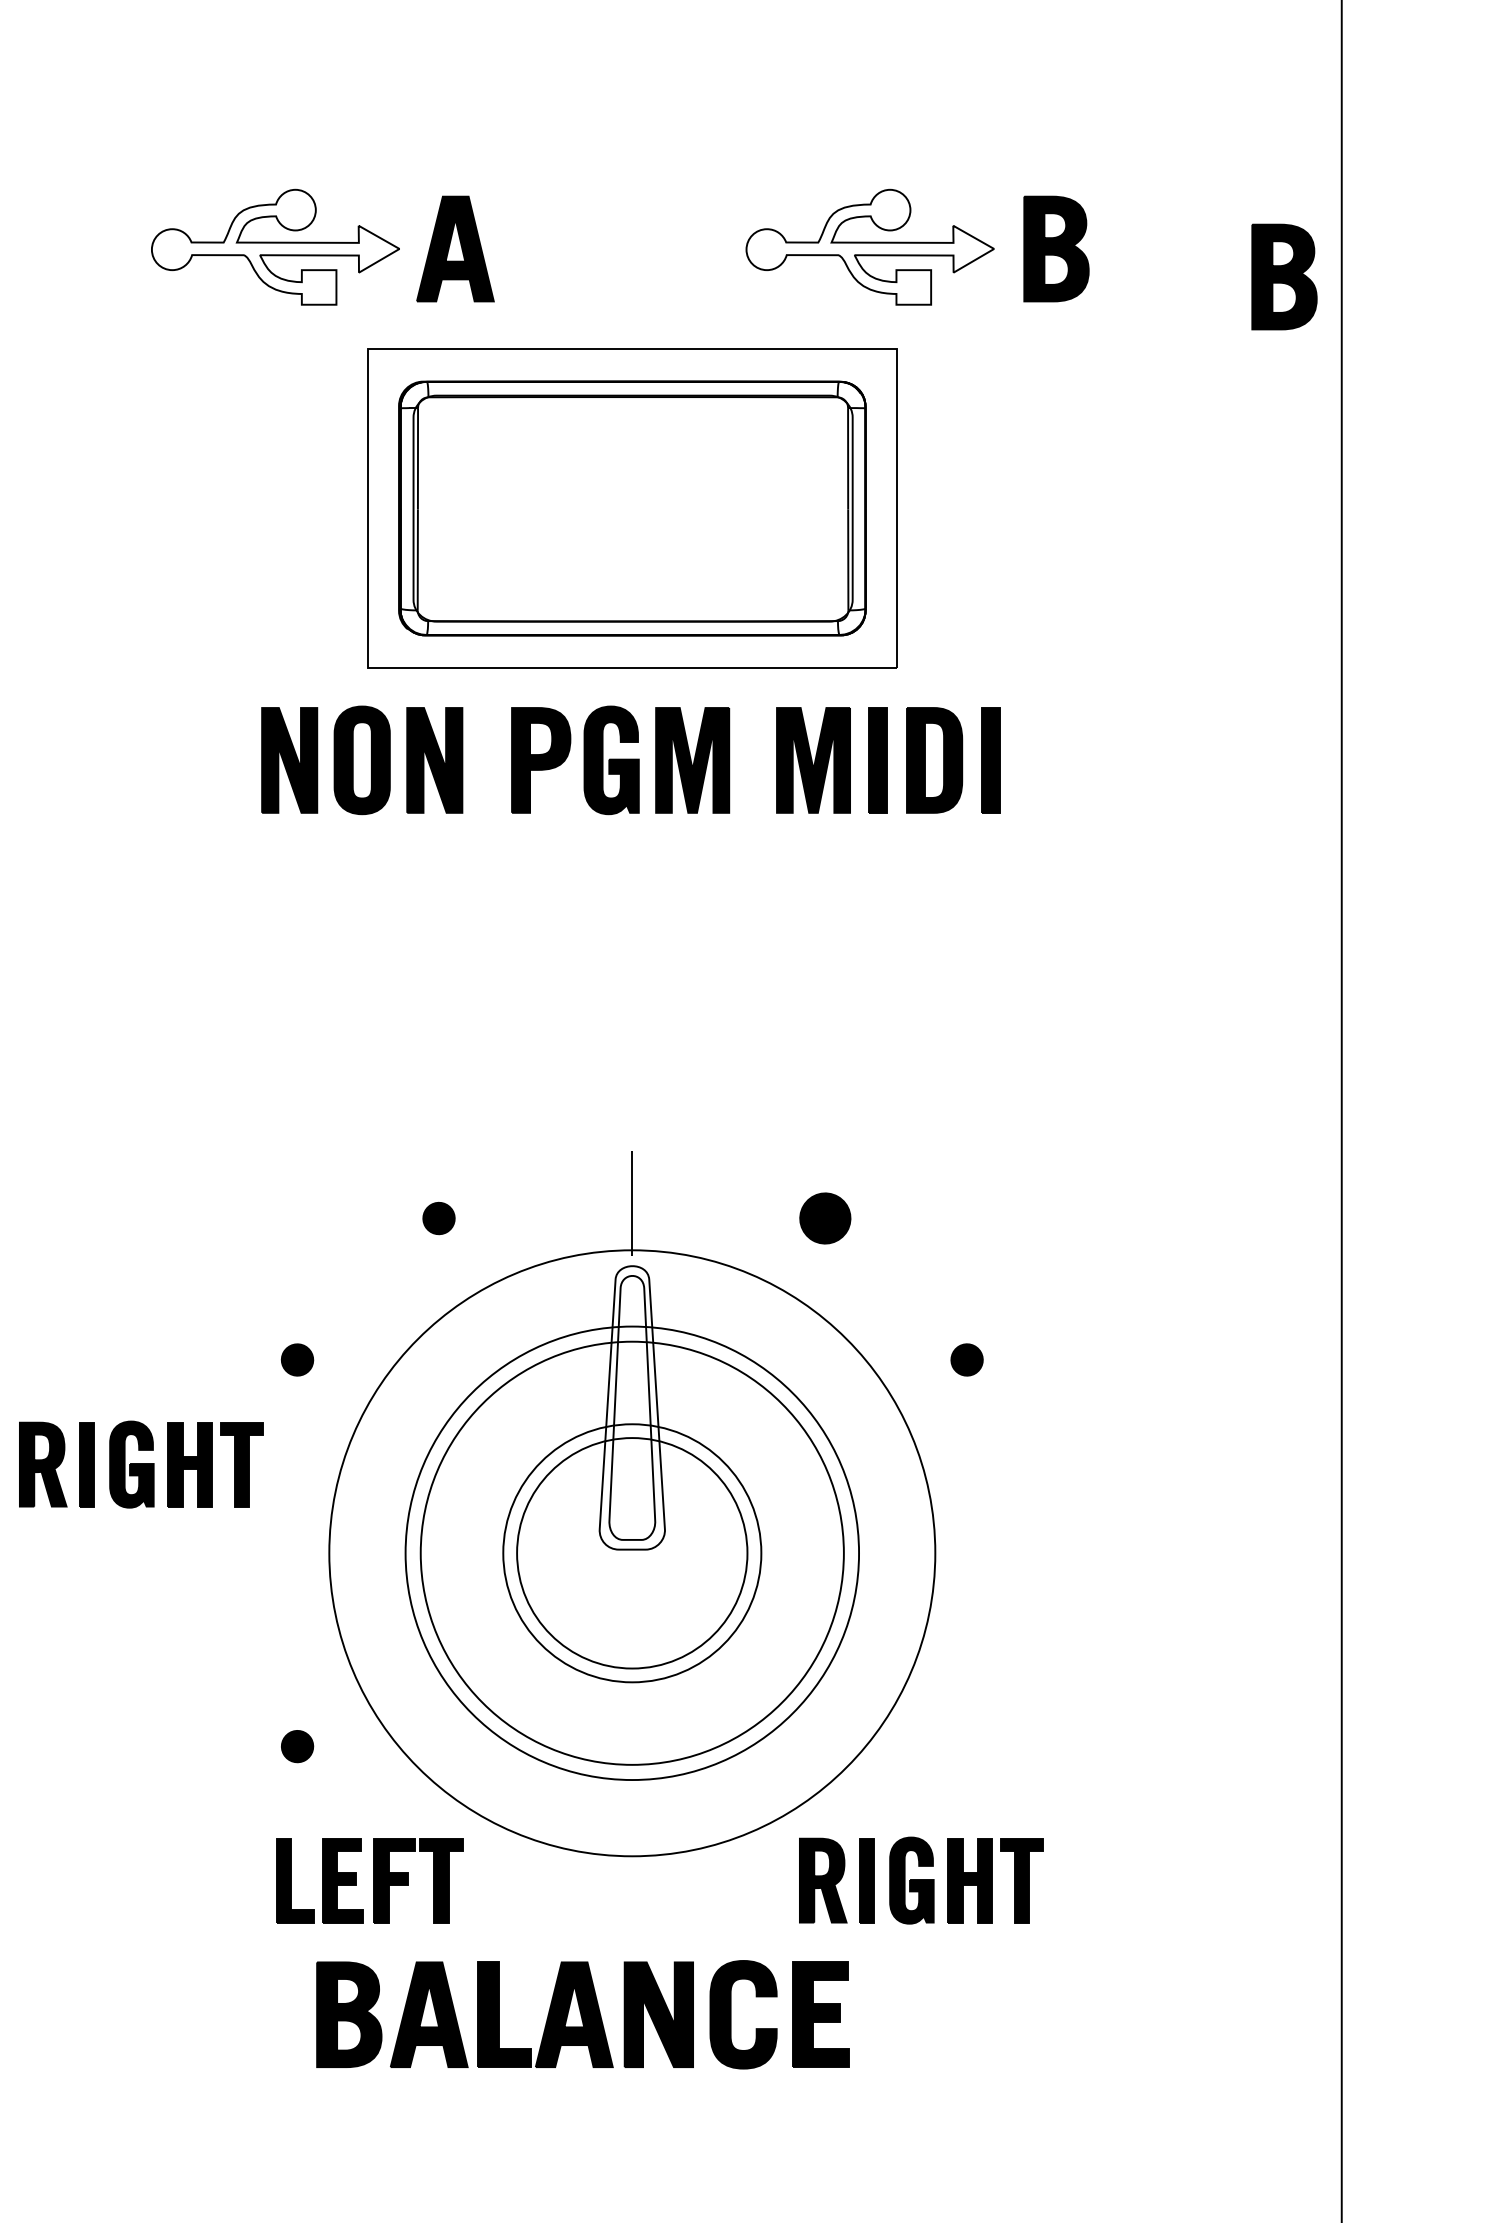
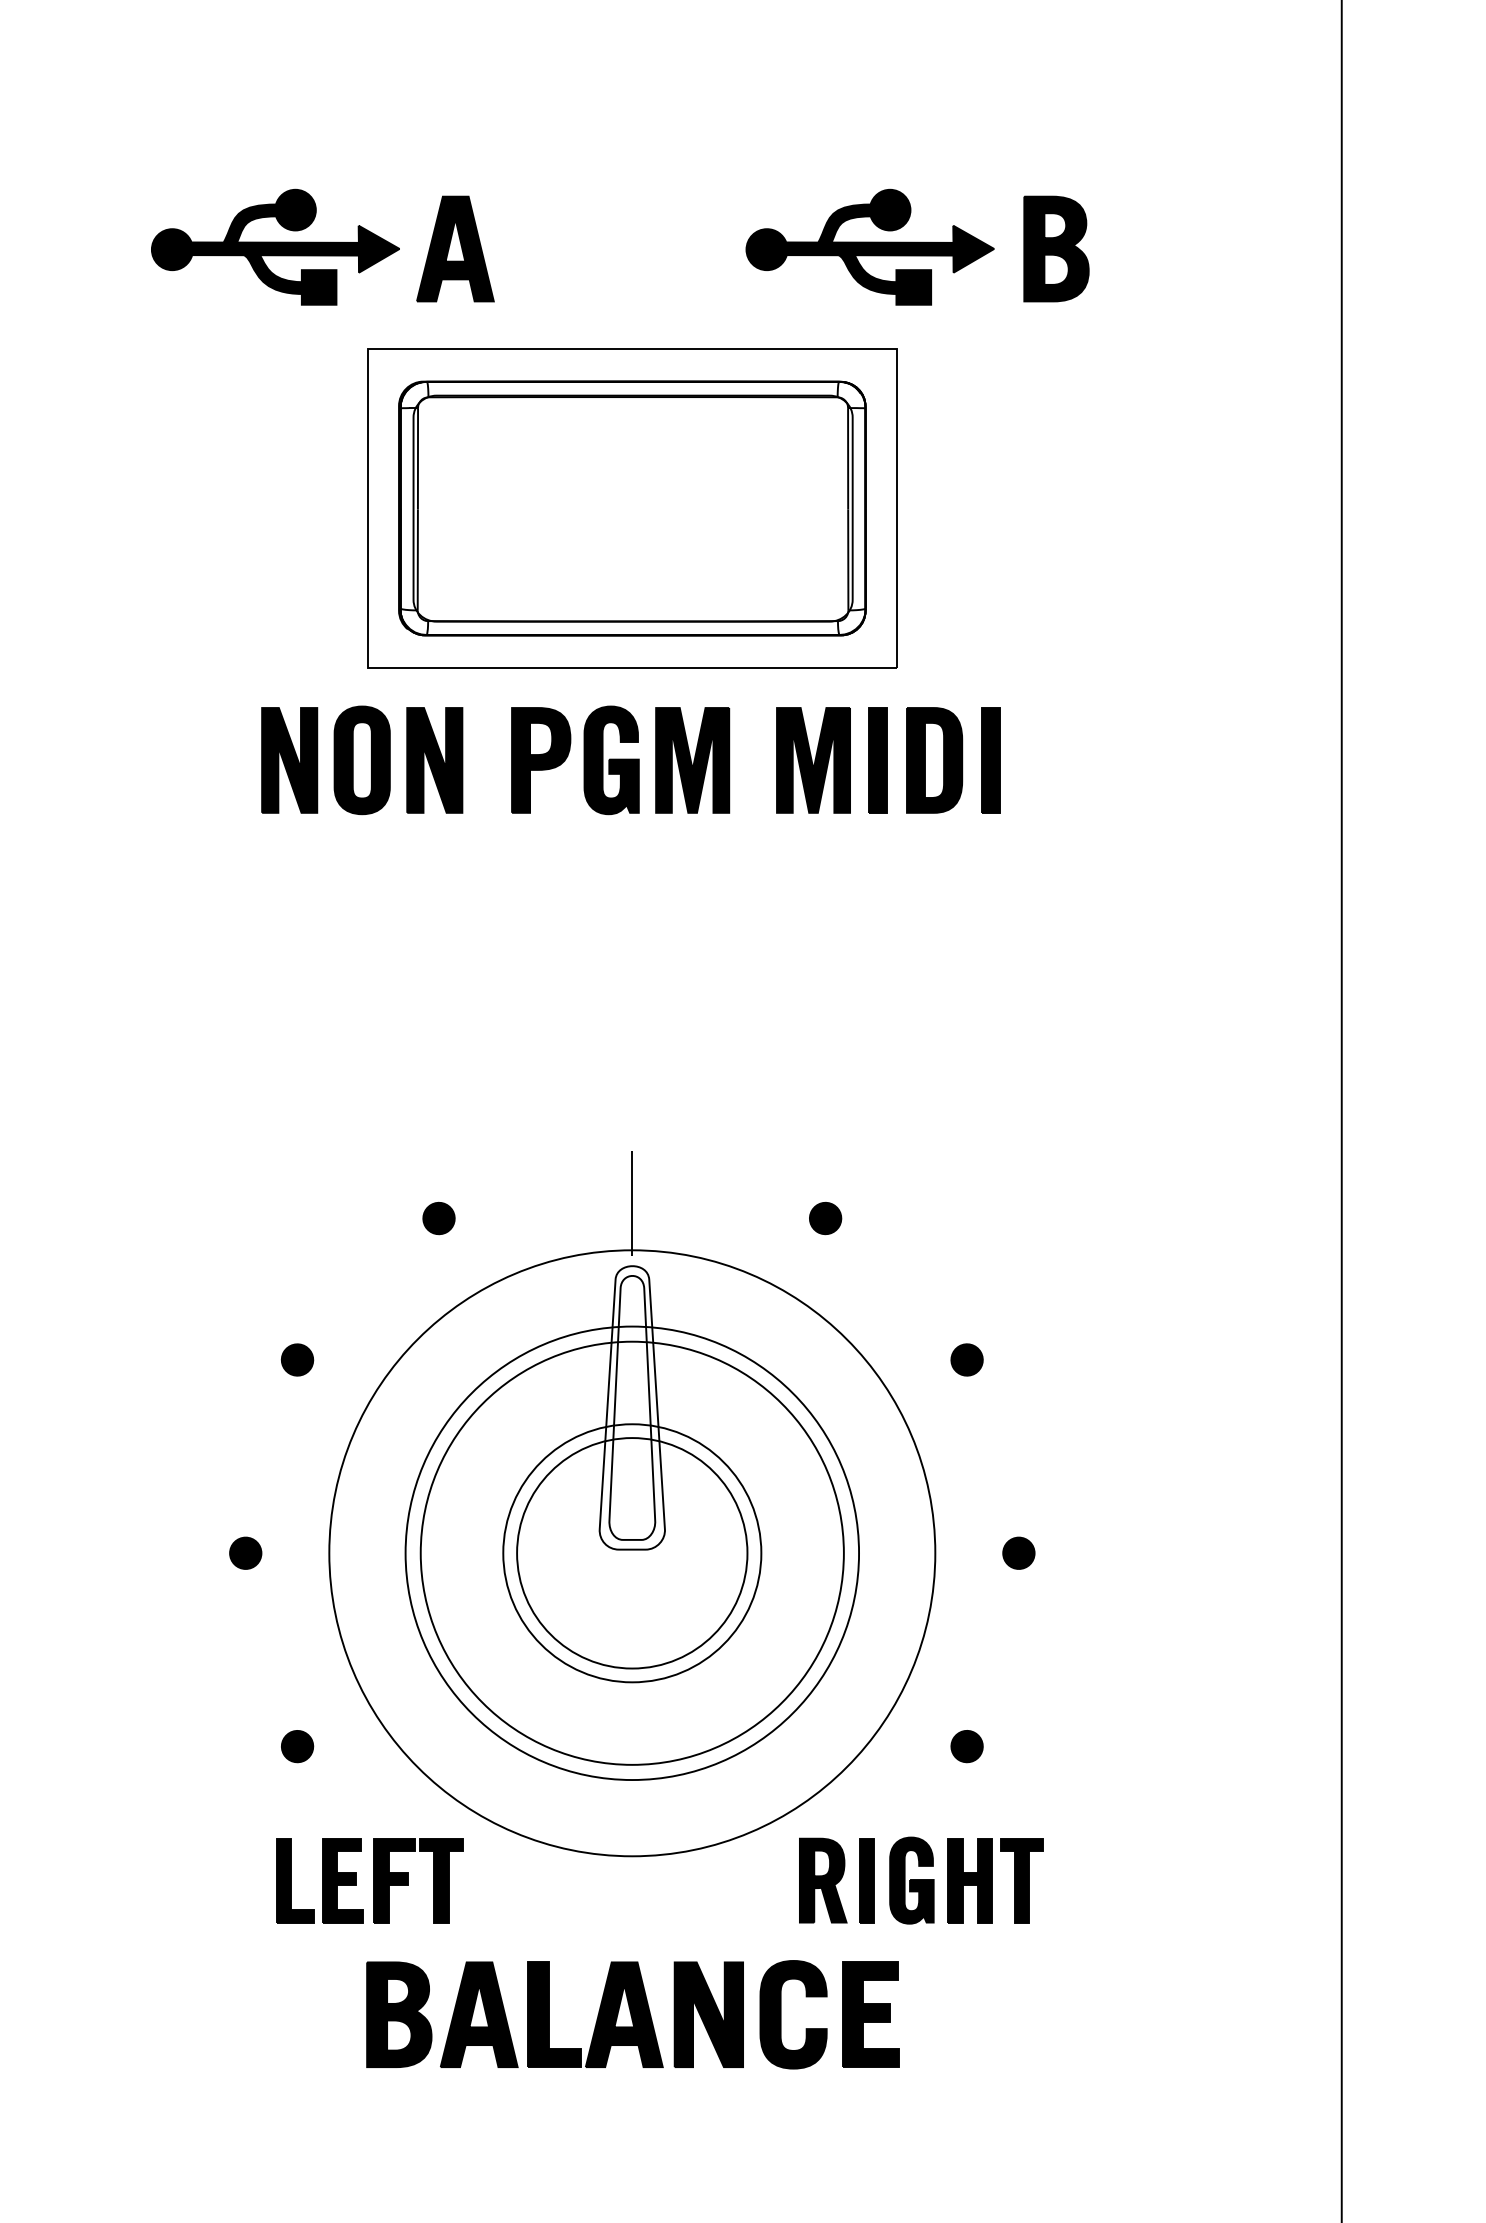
fill at (275, 246): none -> present
fill at (870, 246): none -> present
part at (1284, 276): present -> none
part at (825, 1218) size: 53x53 px -> 34x35 px
part at (141, 1464): present -> none
part at (245, 1552): none -> present
part at (1018, 1552): none -> present
part at (966, 1746): none -> present
part at (582, 2014) position: (582, 2014) -> (632, 2014)
